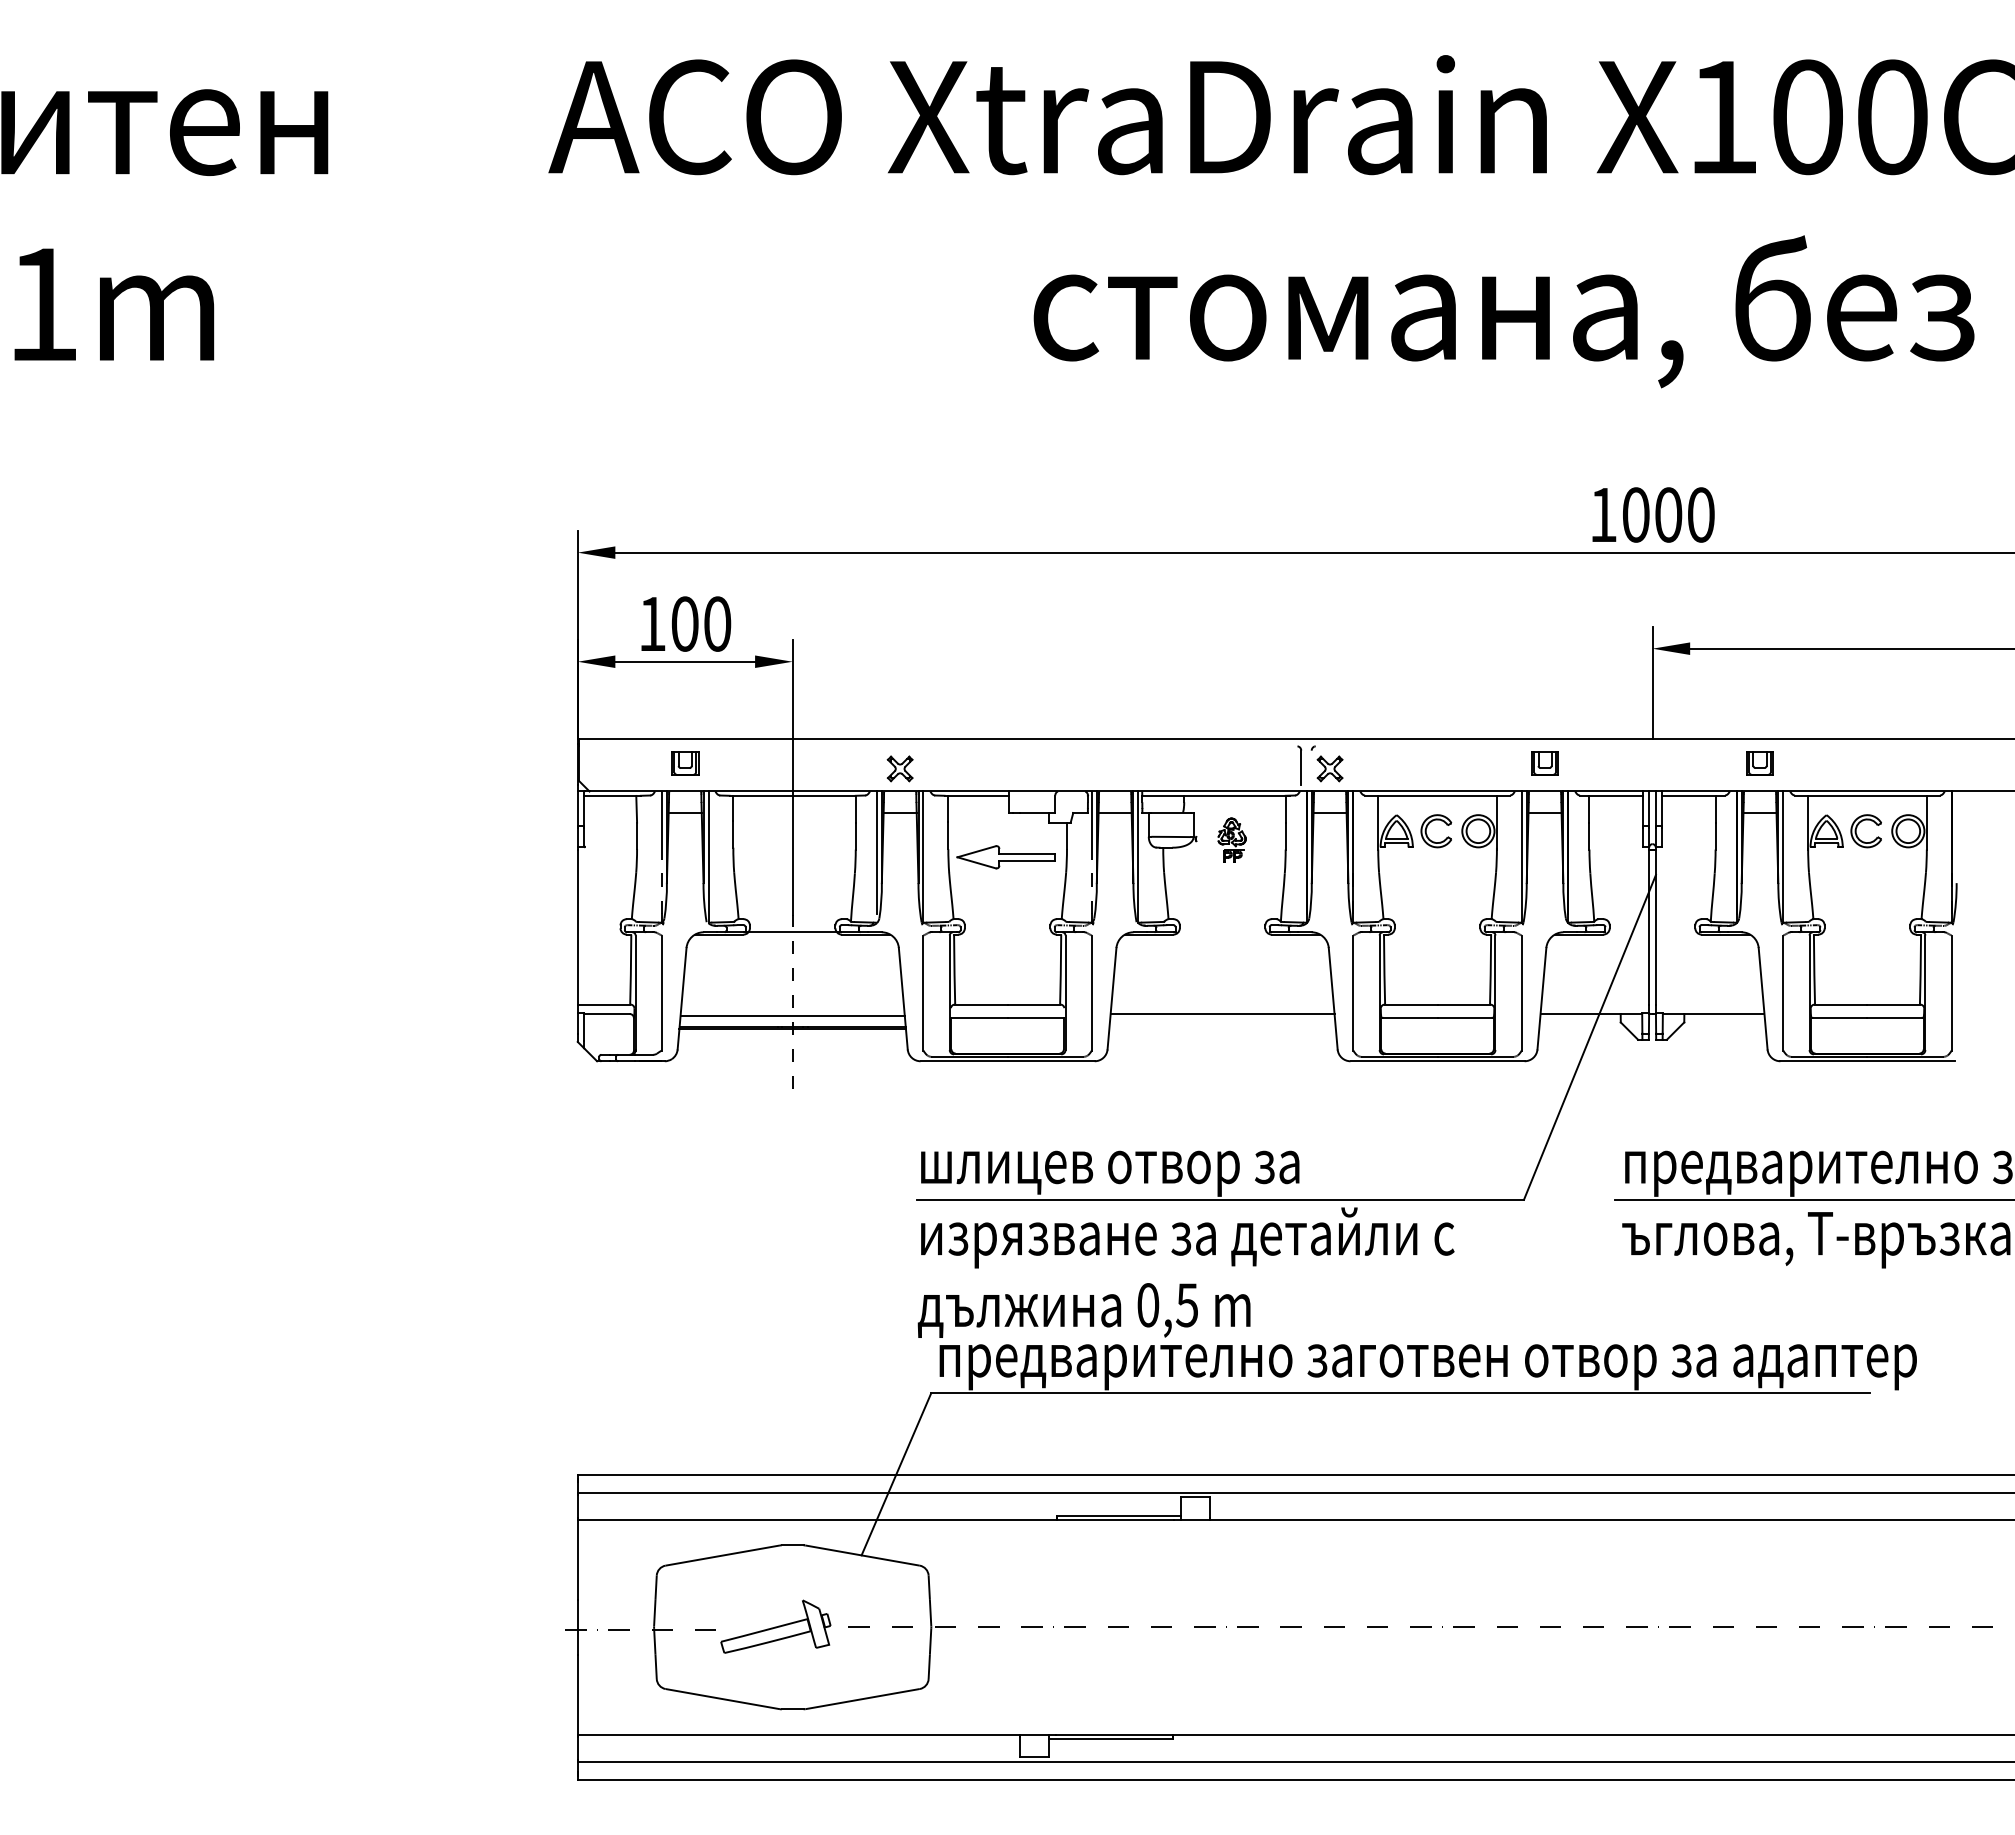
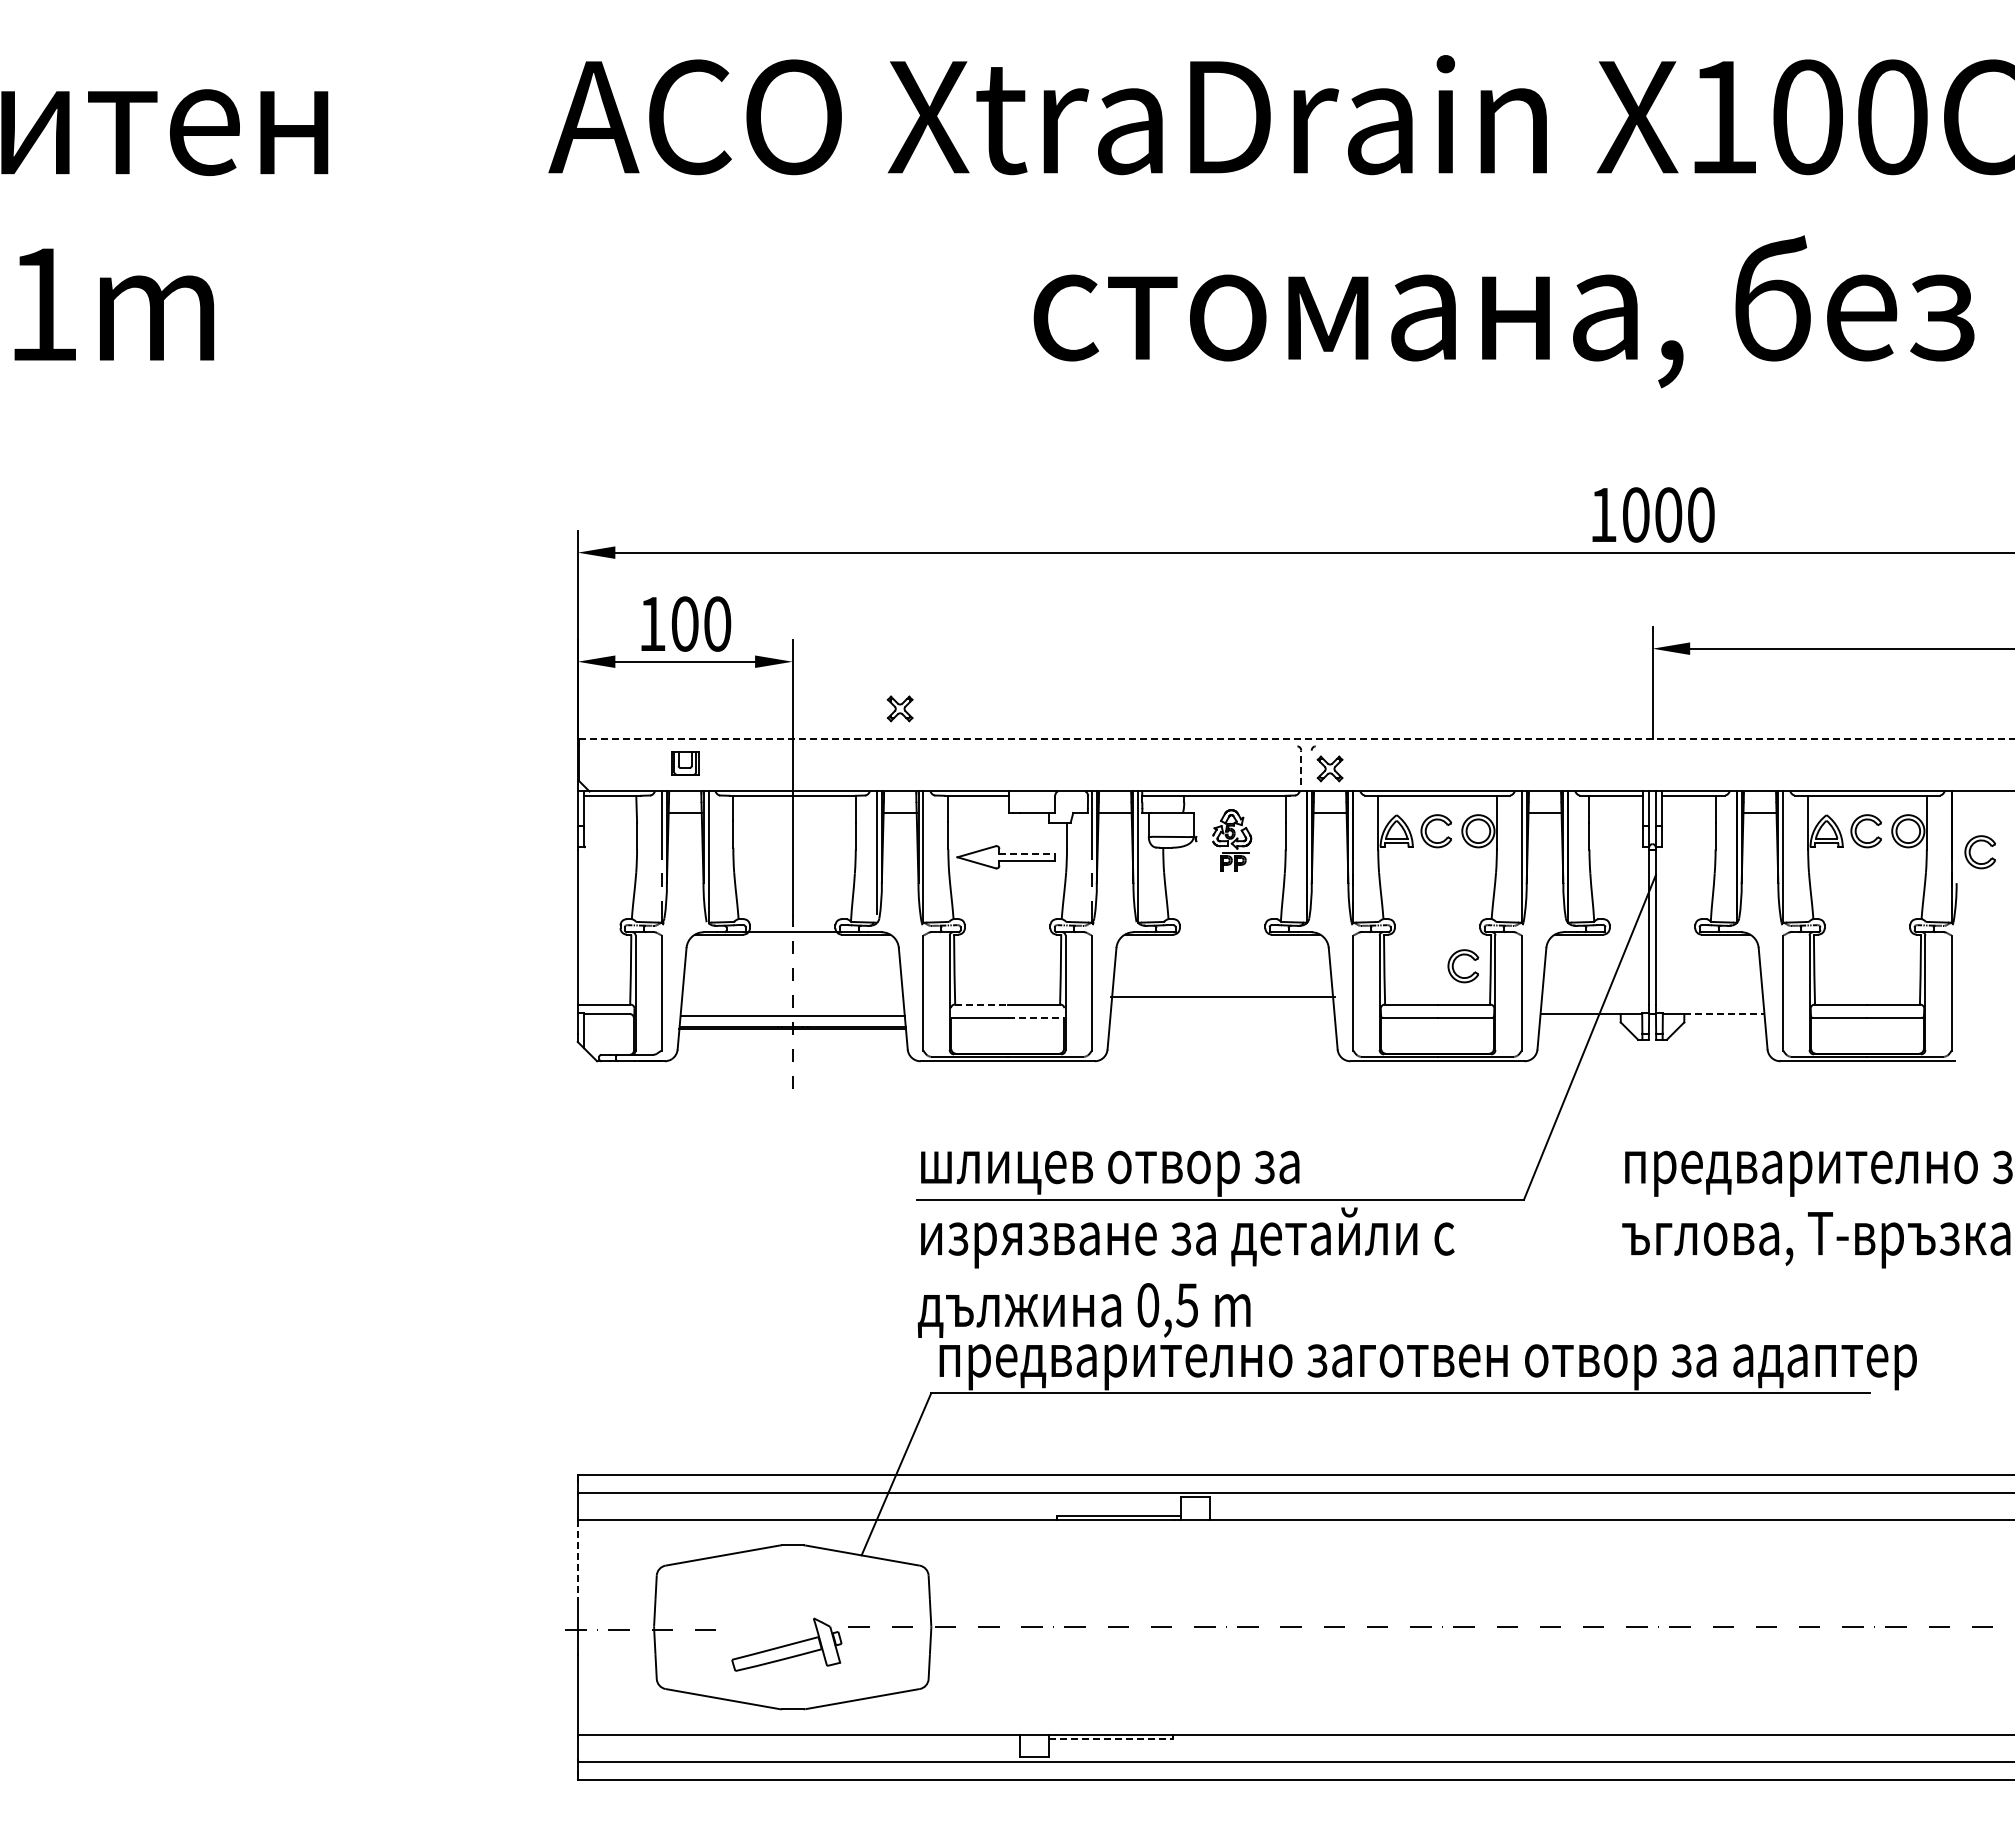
line at (1296, 738): solid -> dashed
part at (1544, 763): present -> none
part at (1759, 763): present -> none
line at (1301, 767): solid -> dashed
part at (899, 768) position: (899, 768) -> (899, 708)
part at (1231, 839) size: 30x46 px -> 41x63 px
line at (1027, 853): solid -> dashed
part at (1971, 855): none -> present
part at (1454, 963): none -> present
line at (981, 1004): solid -> dashed
line at (1222, 1014) position: (1222, 1014) -> (1222, 997)
line at (1724, 1014): solid -> dashed
line at (1036, 1017): solid -> dashed
line at (1812, 1199): present -> none
line at (577, 1560): solid -> dashed
part at (775, 1626) position: (775, 1626) -> (786, 1644)
line at (1111, 1739): solid -> dashed
